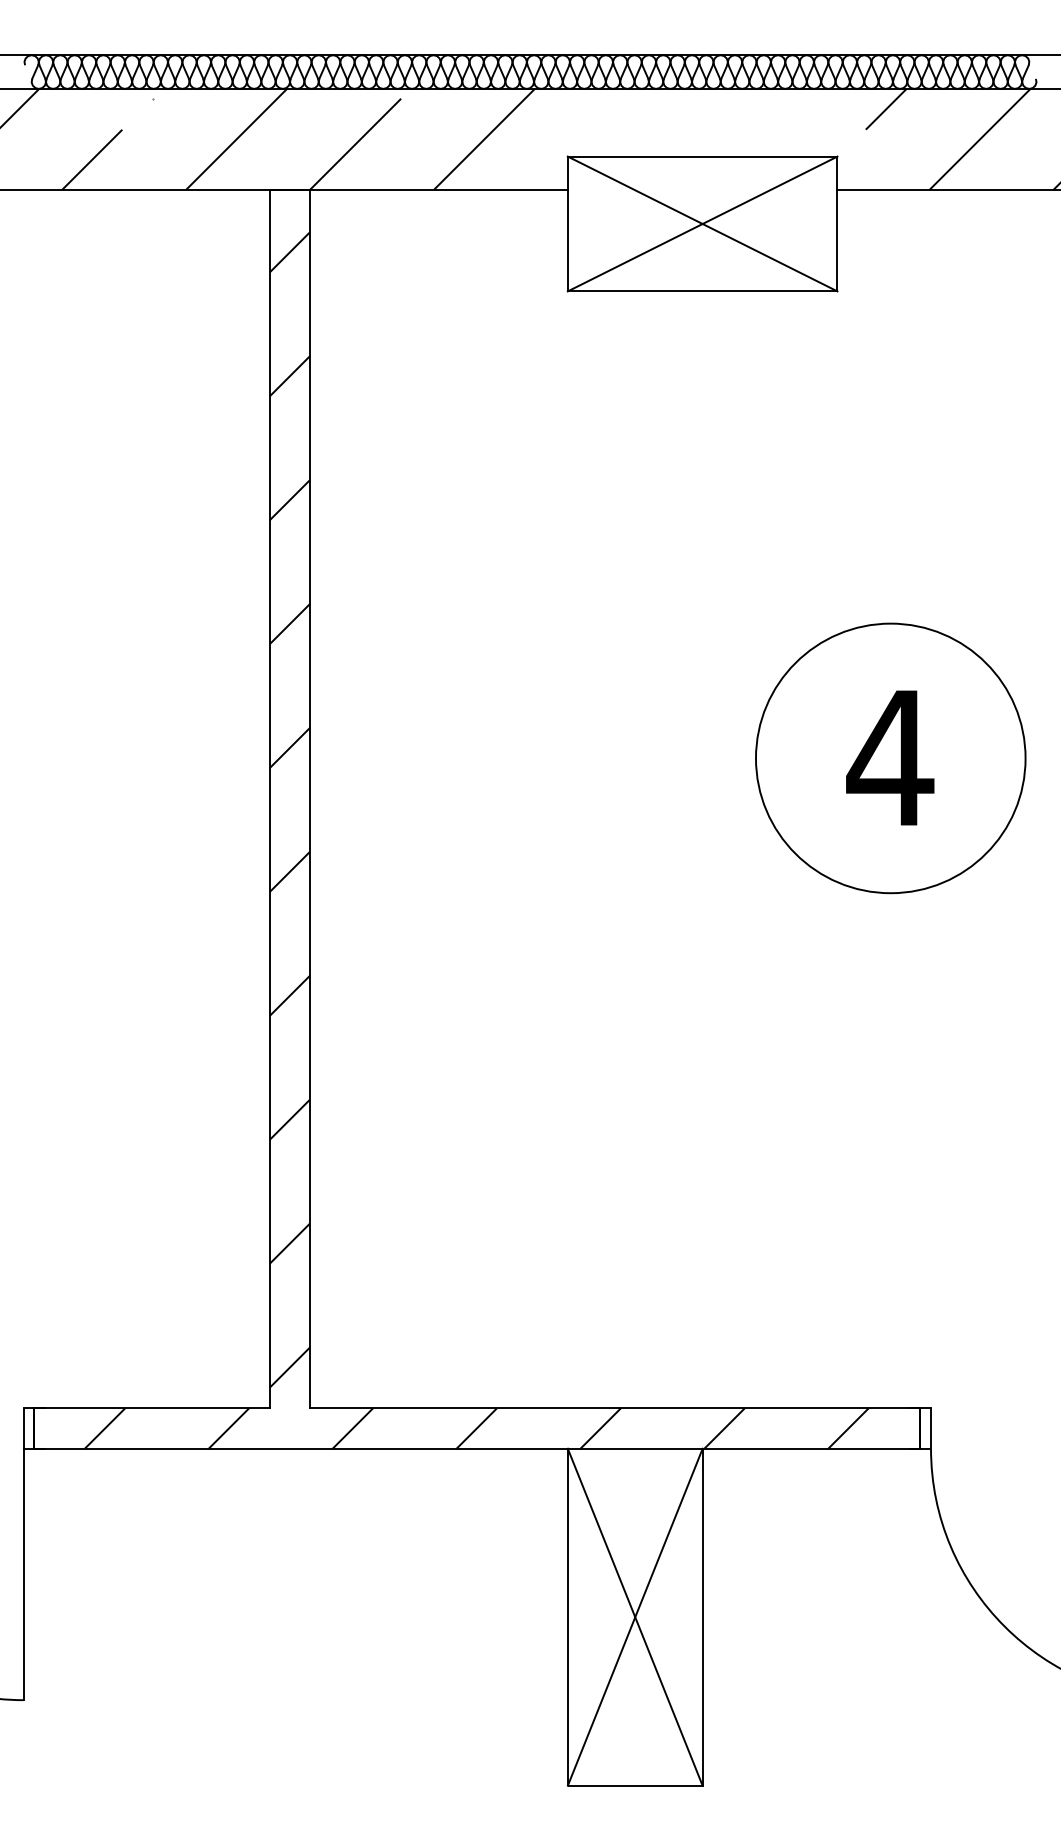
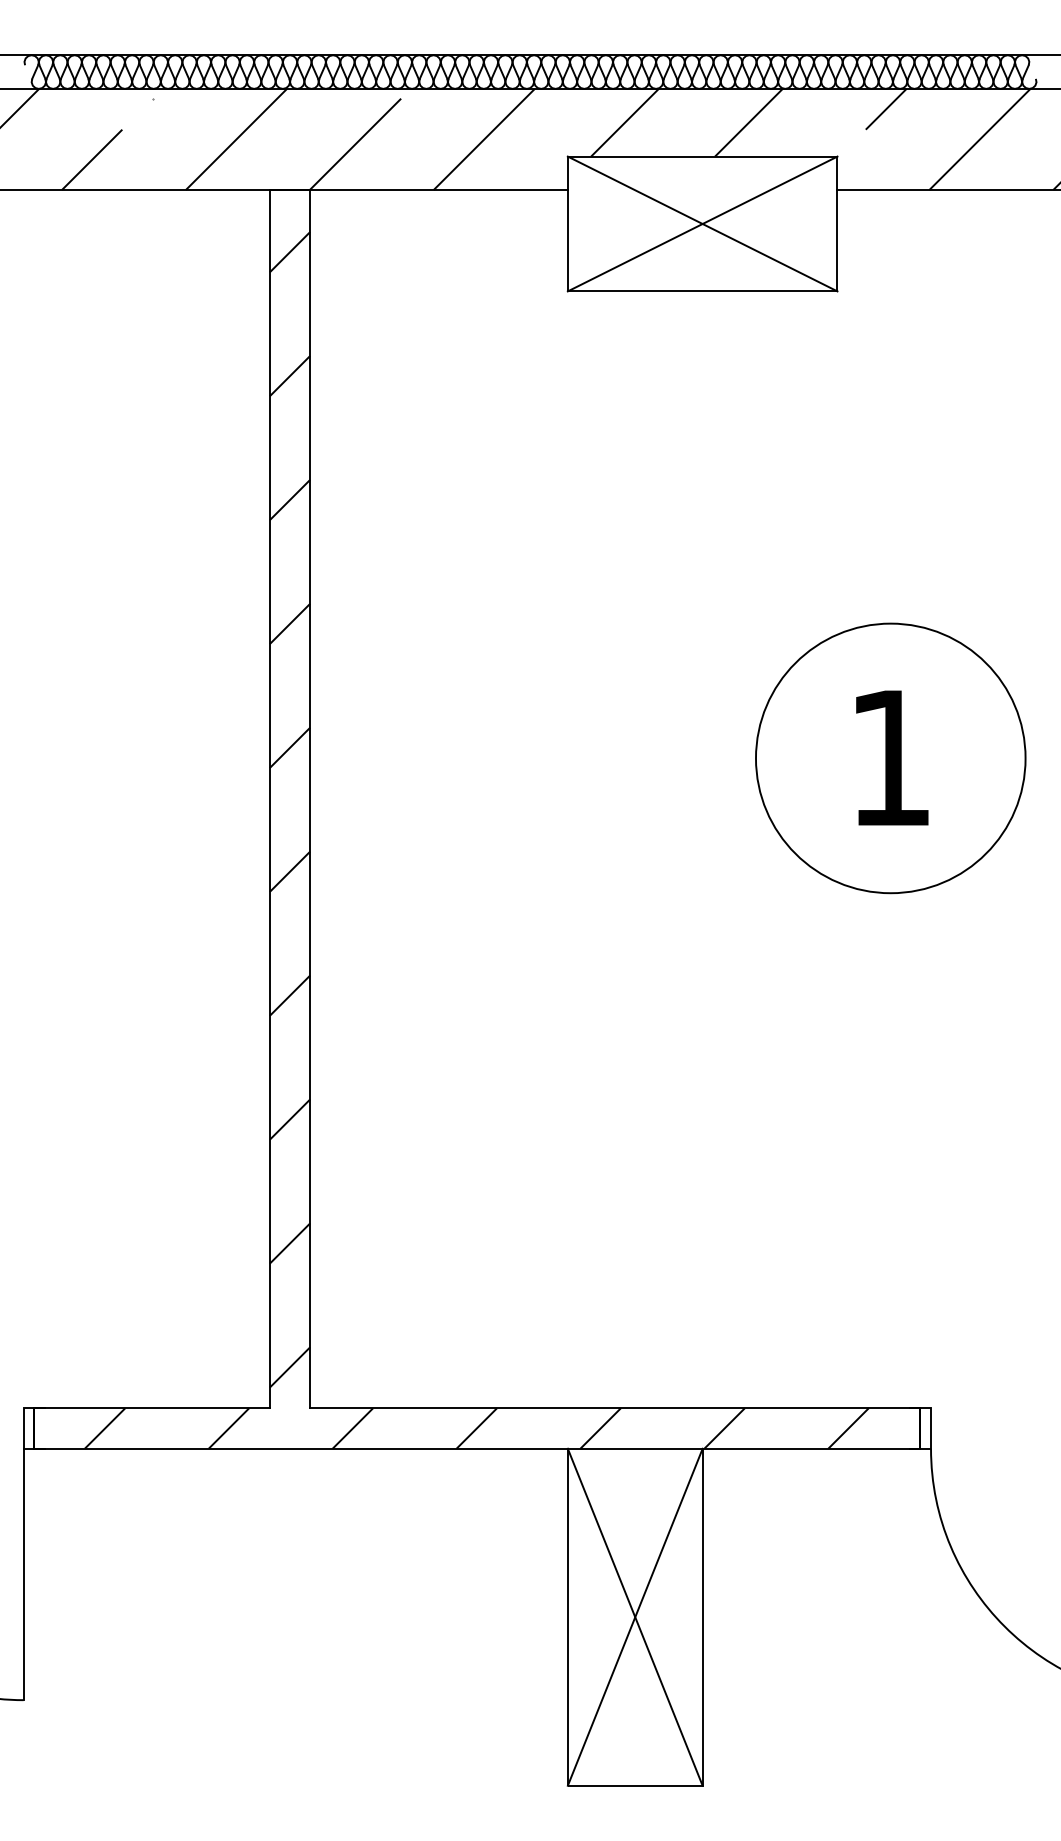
hatch at (686, 122): none -> present
text at (890, 757): 4 -> 1
